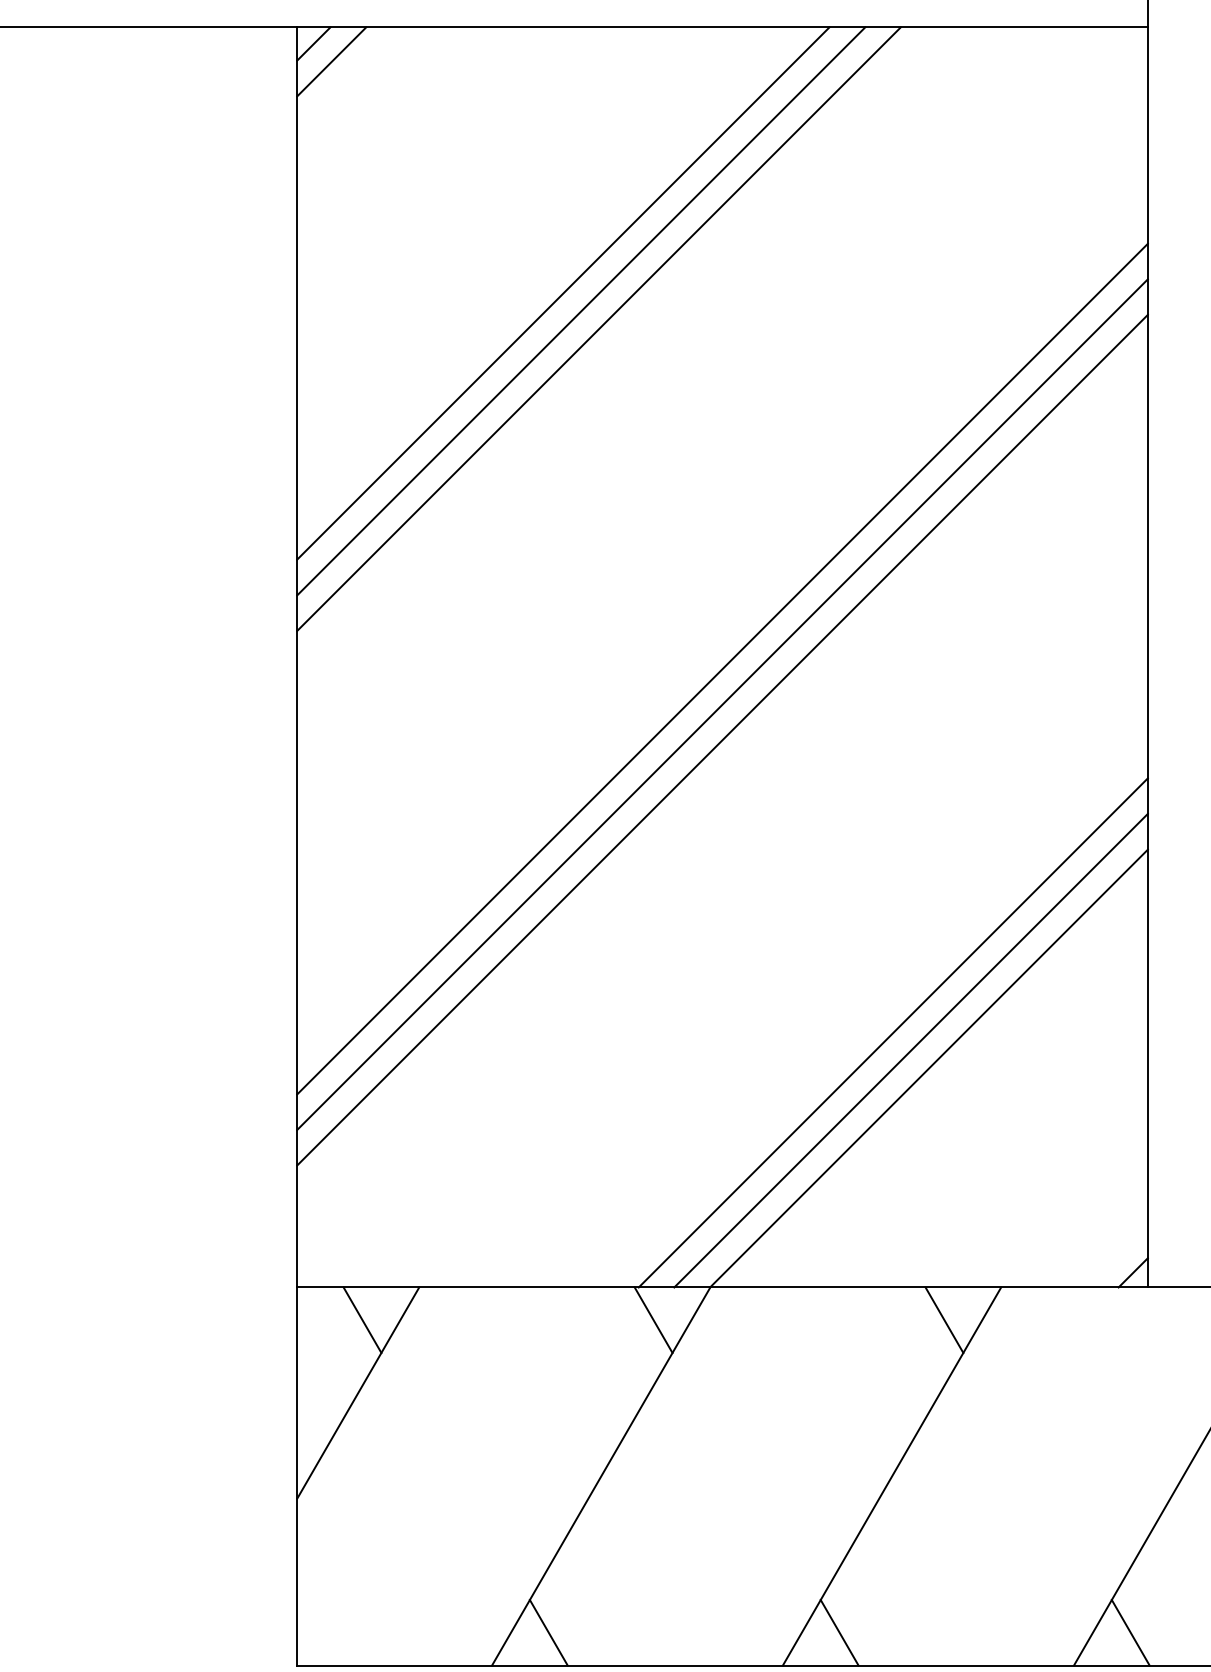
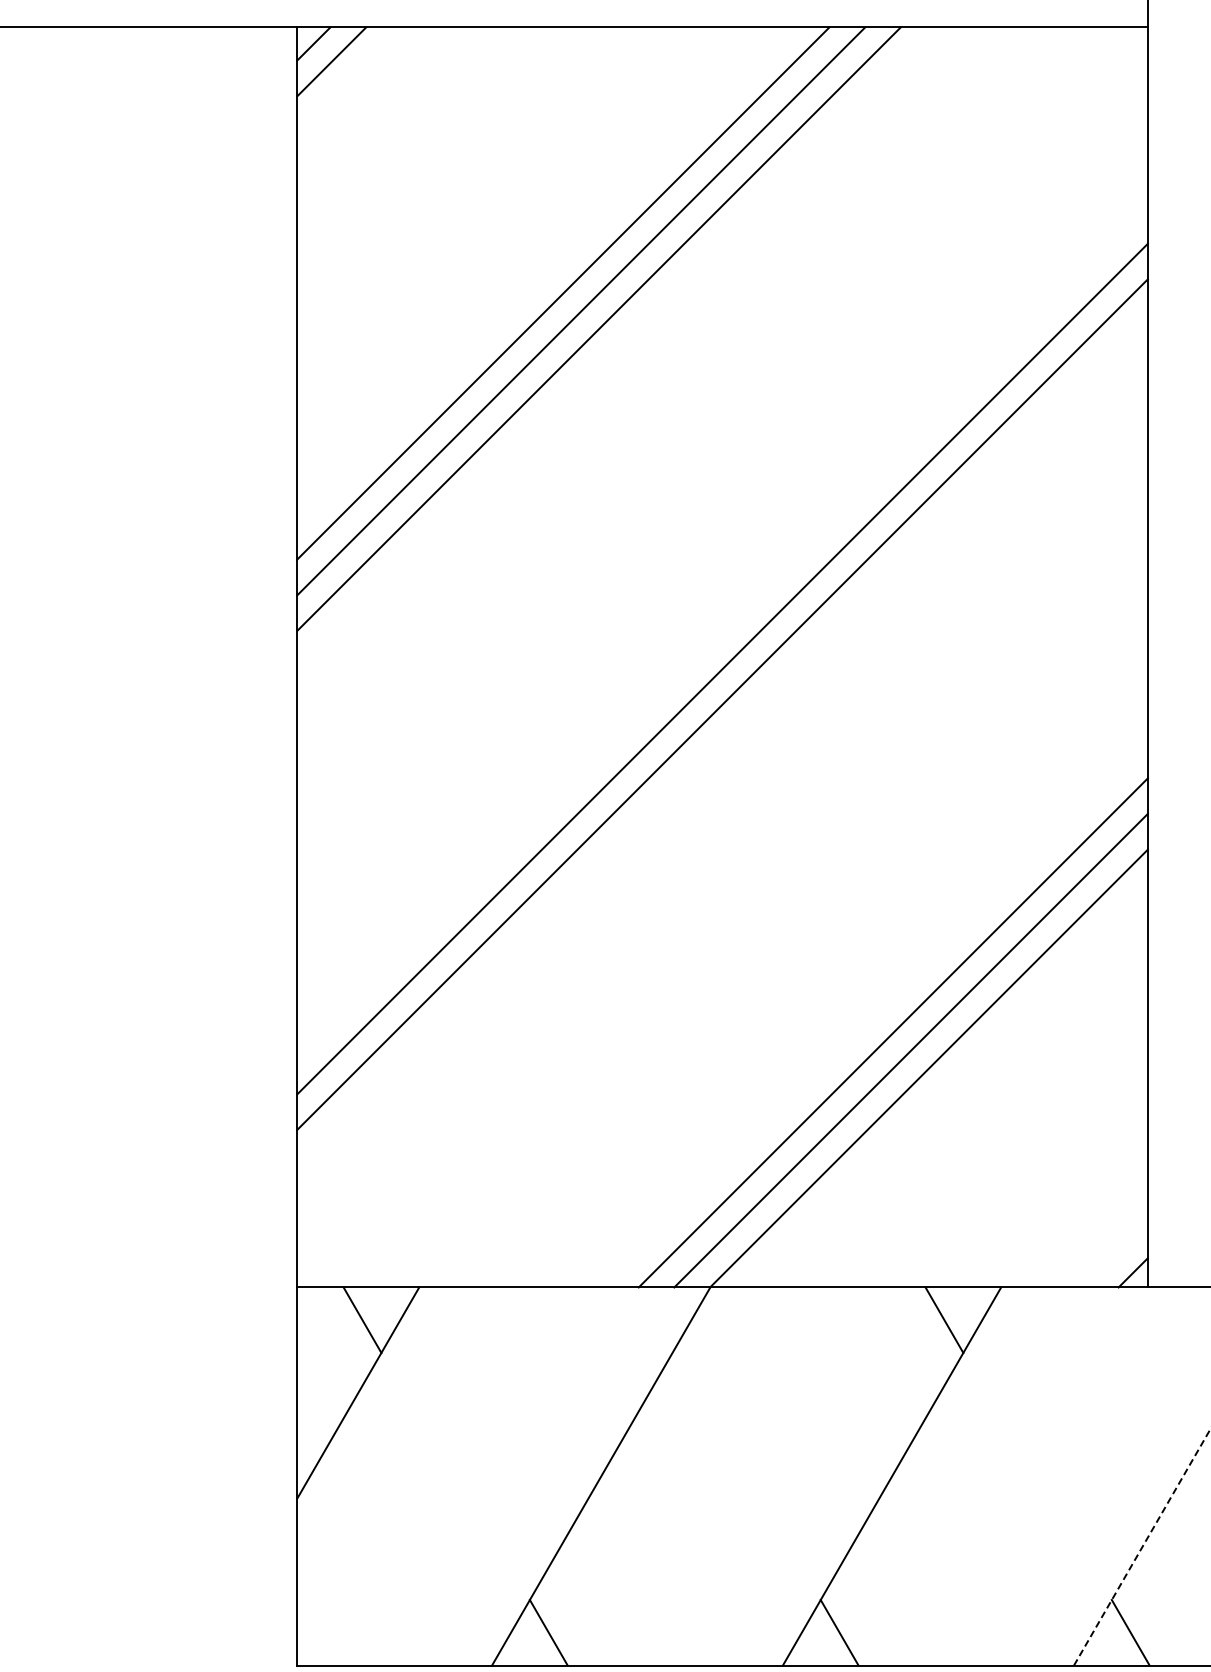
line at (722, 739): present -> none
line at (653, 1319): present -> none
line at (1142, 1546): solid -> dashed
